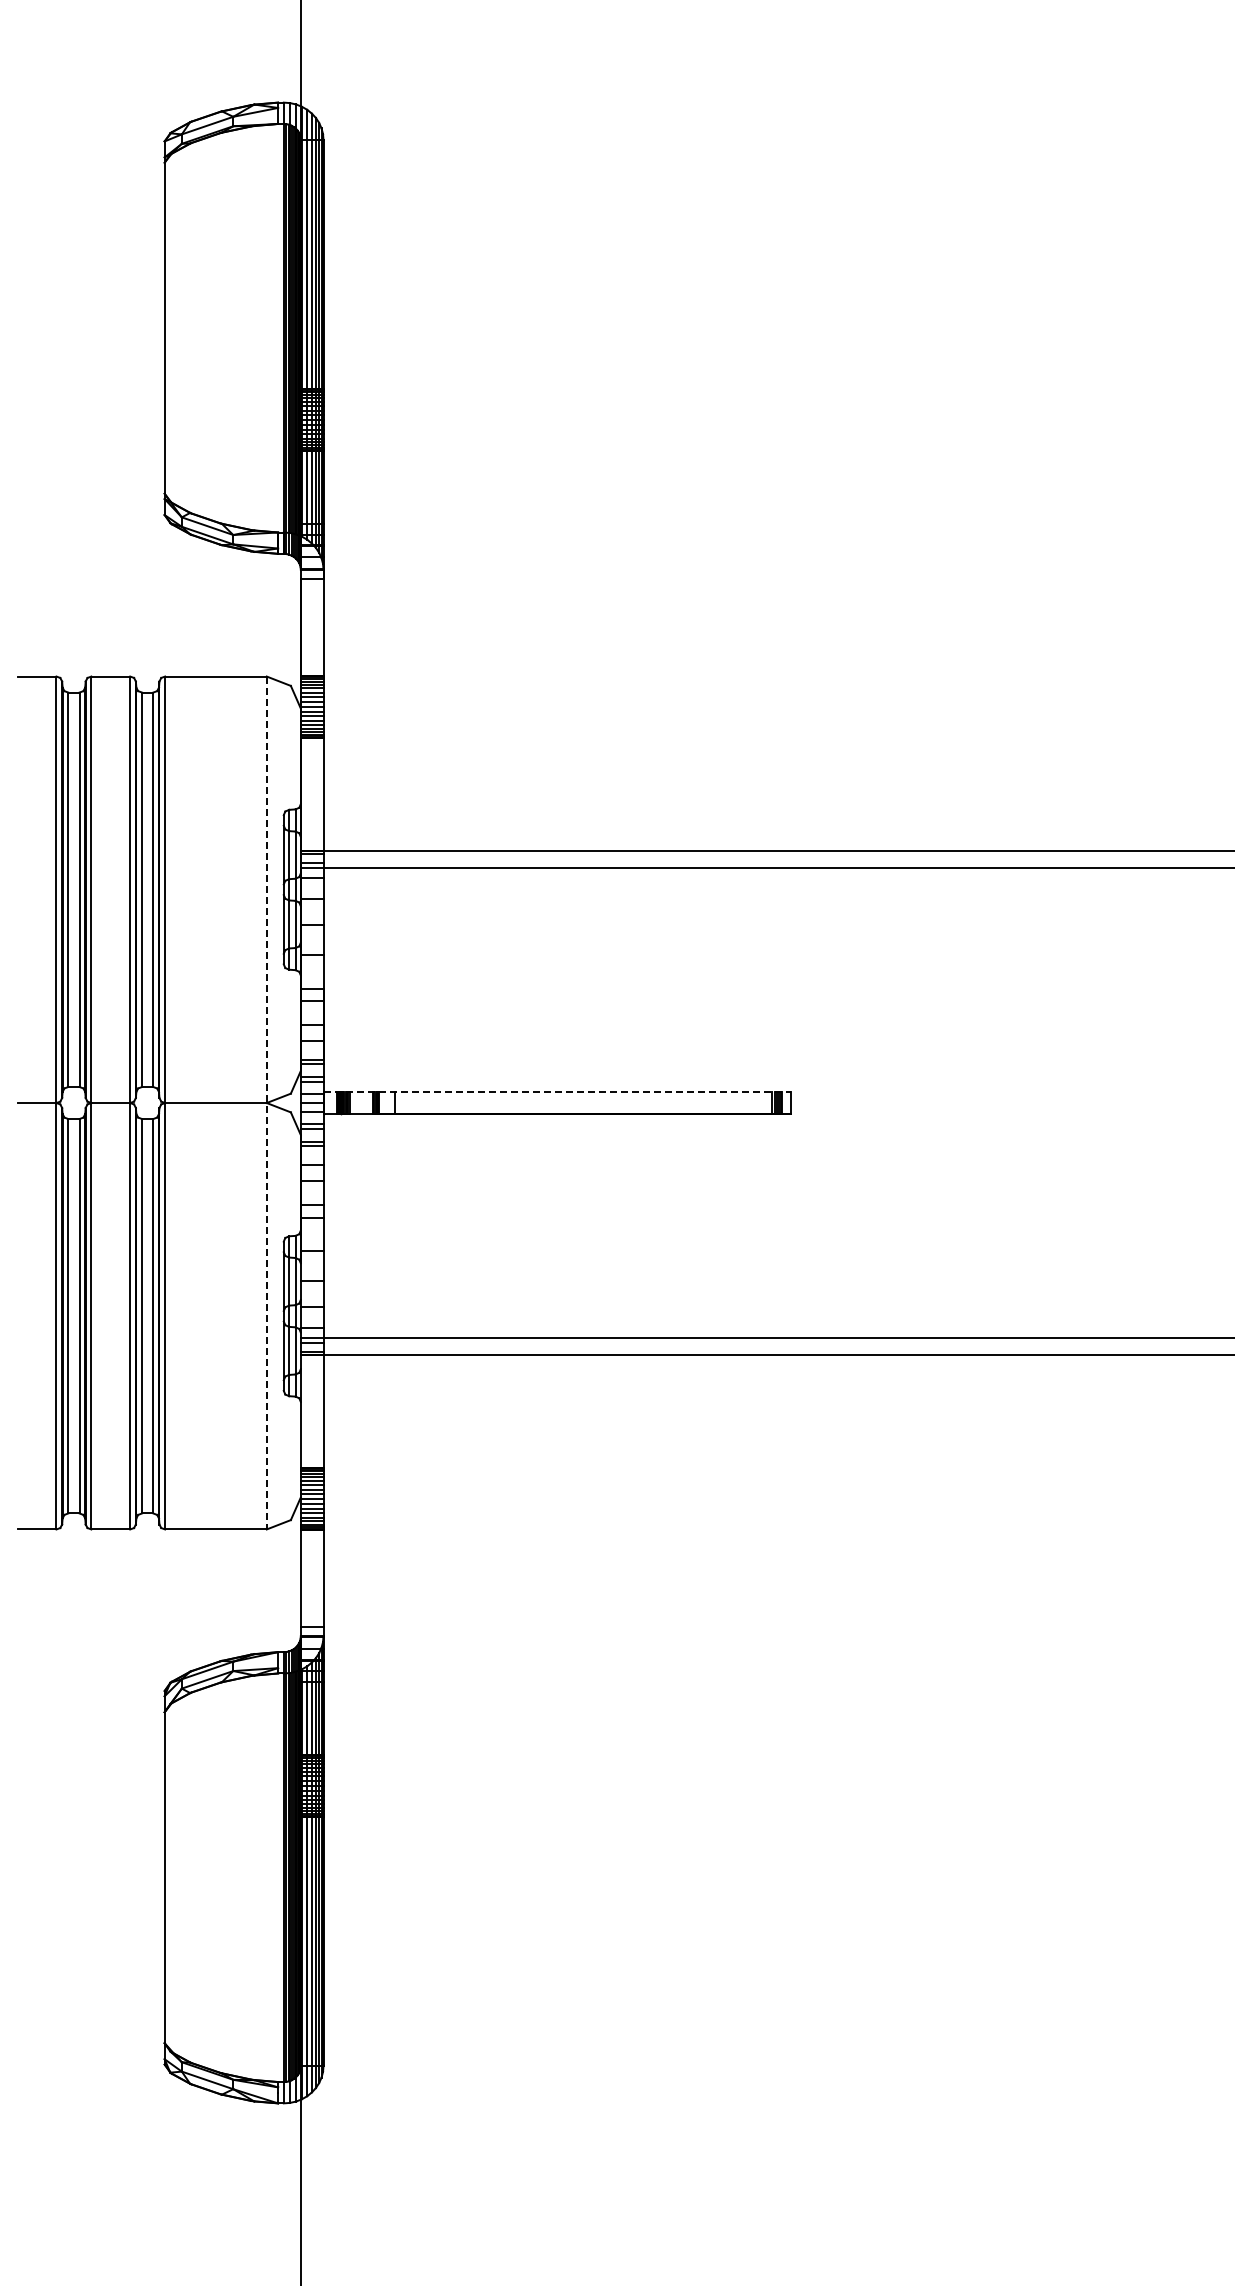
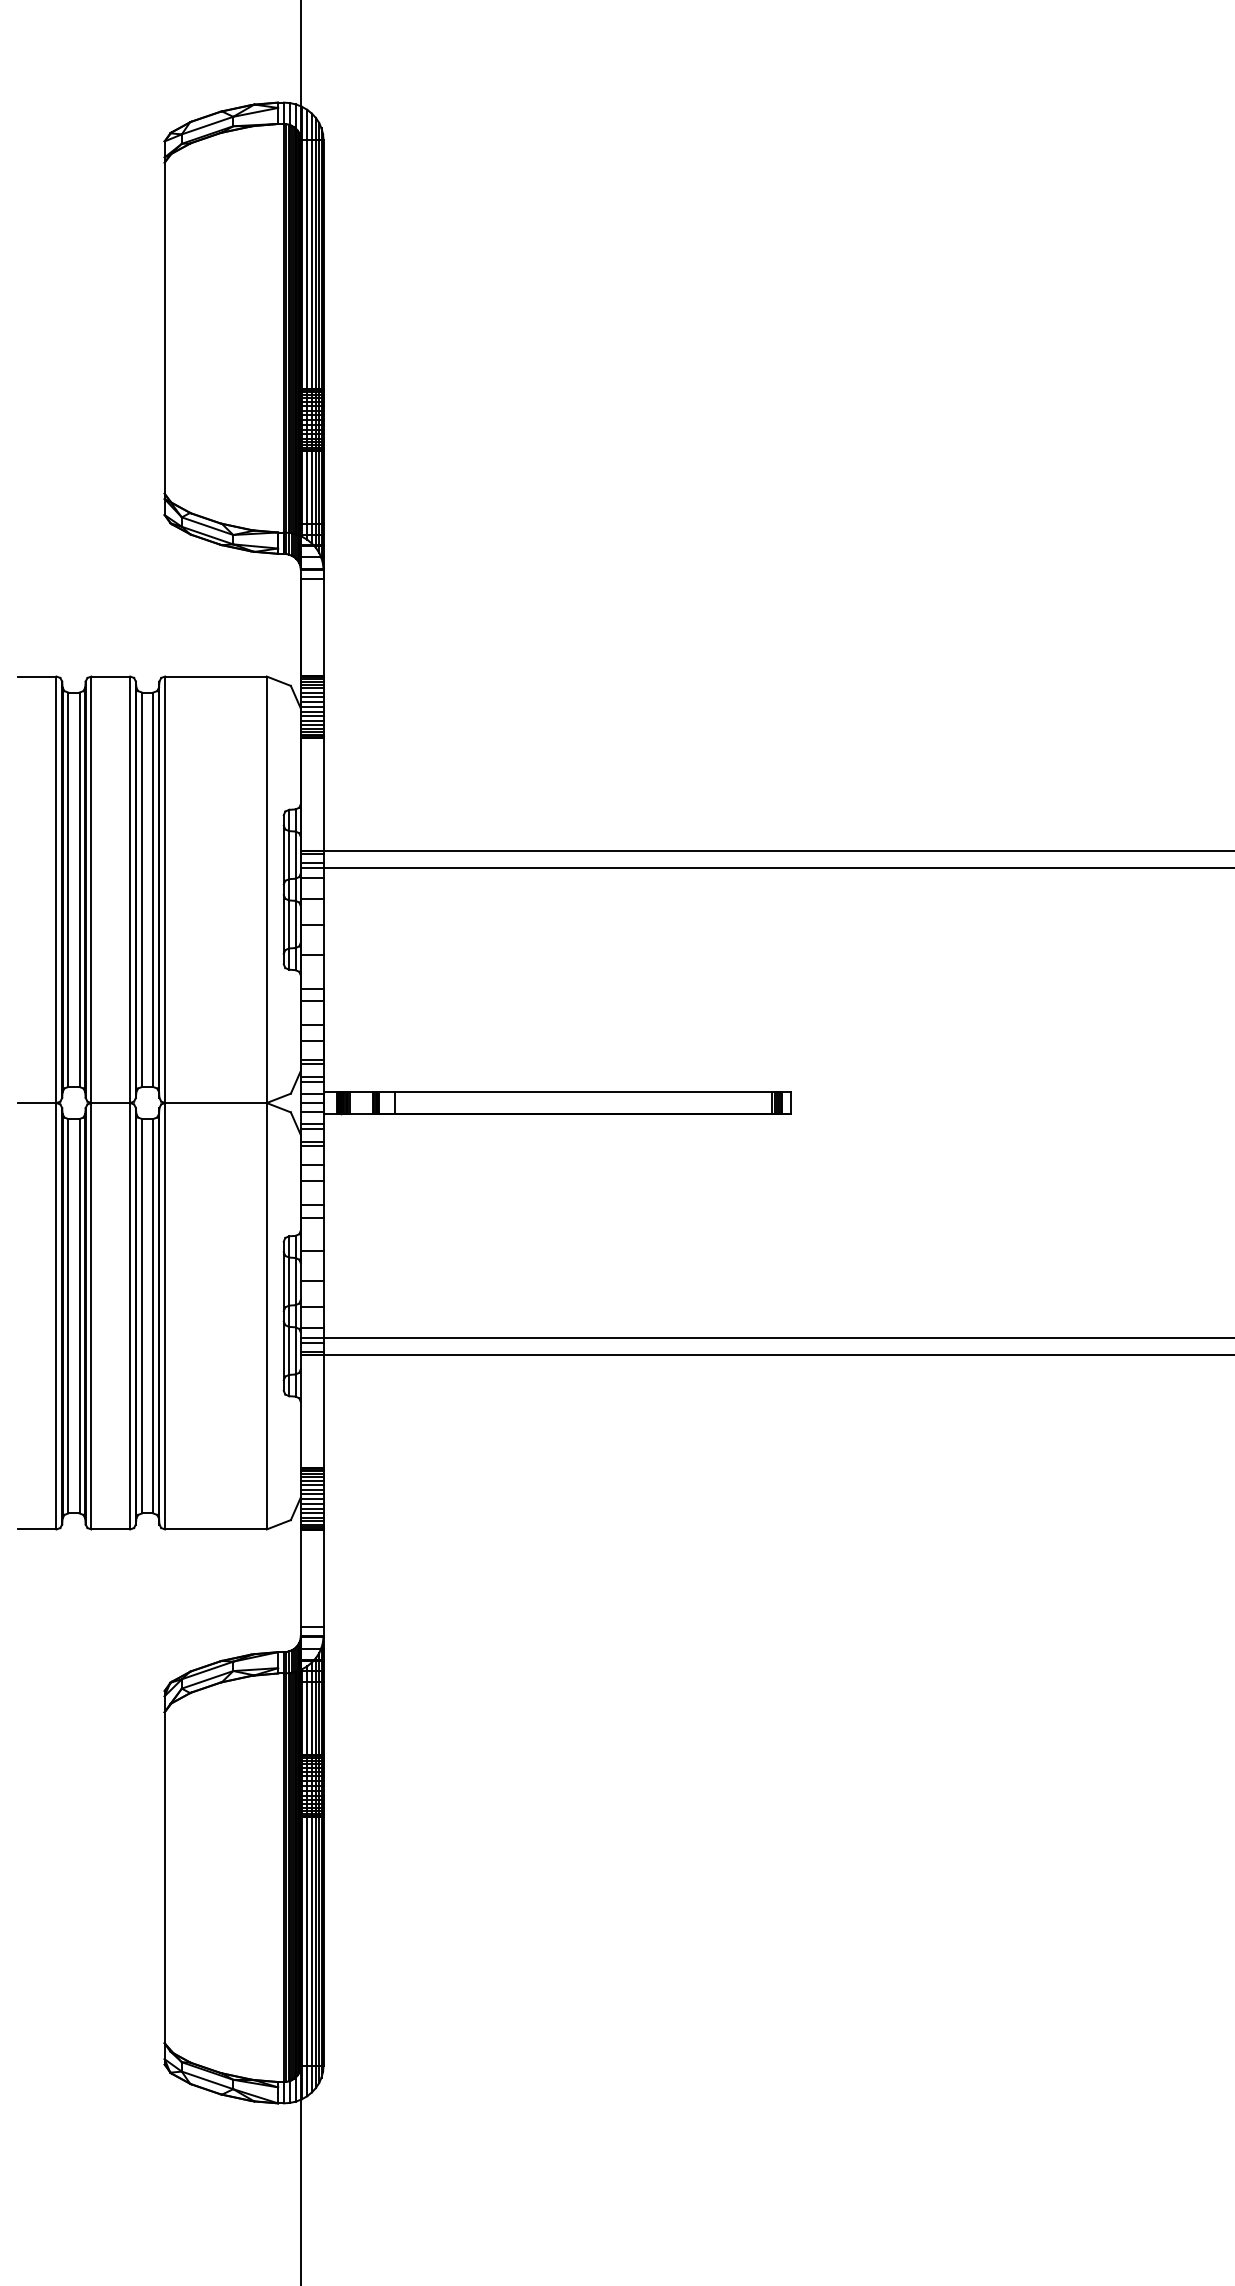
line at (557, 1091): dashed -> solid
line at (266, 1103): dashed -> solid
